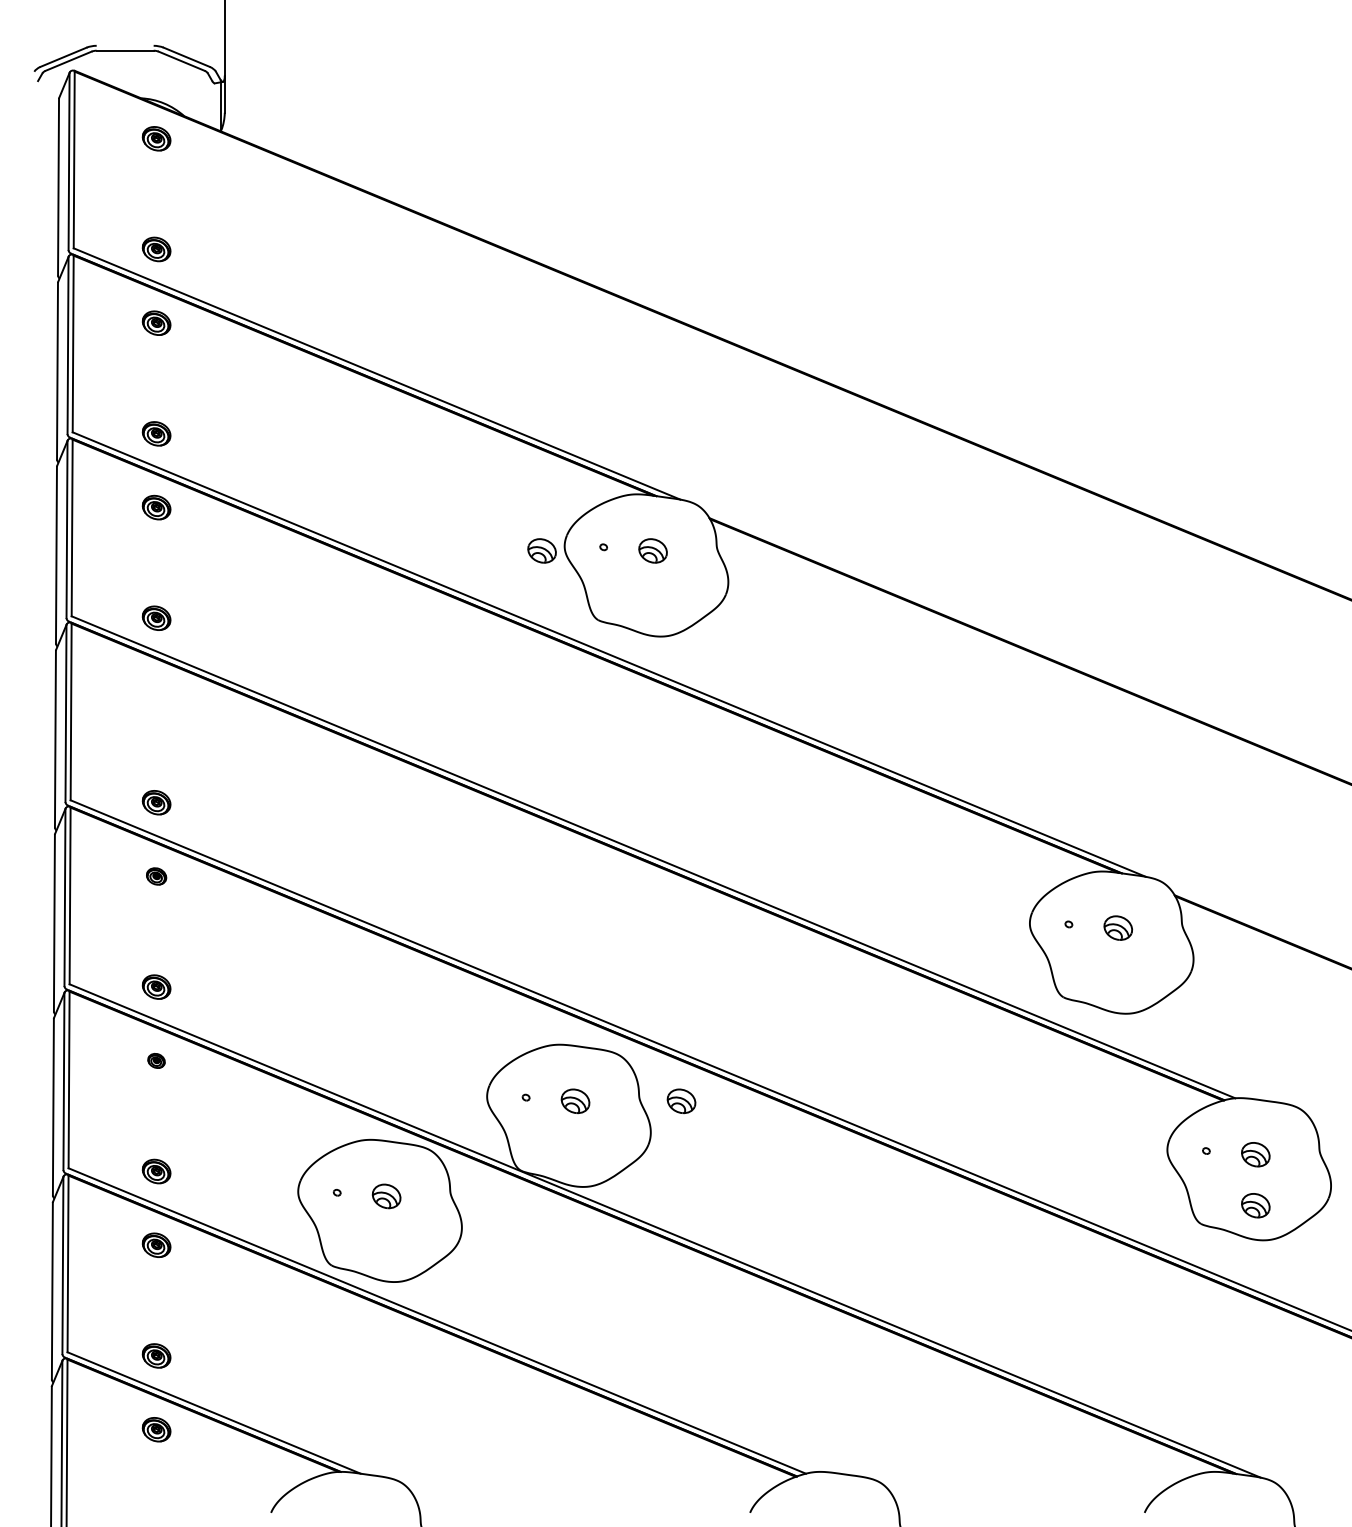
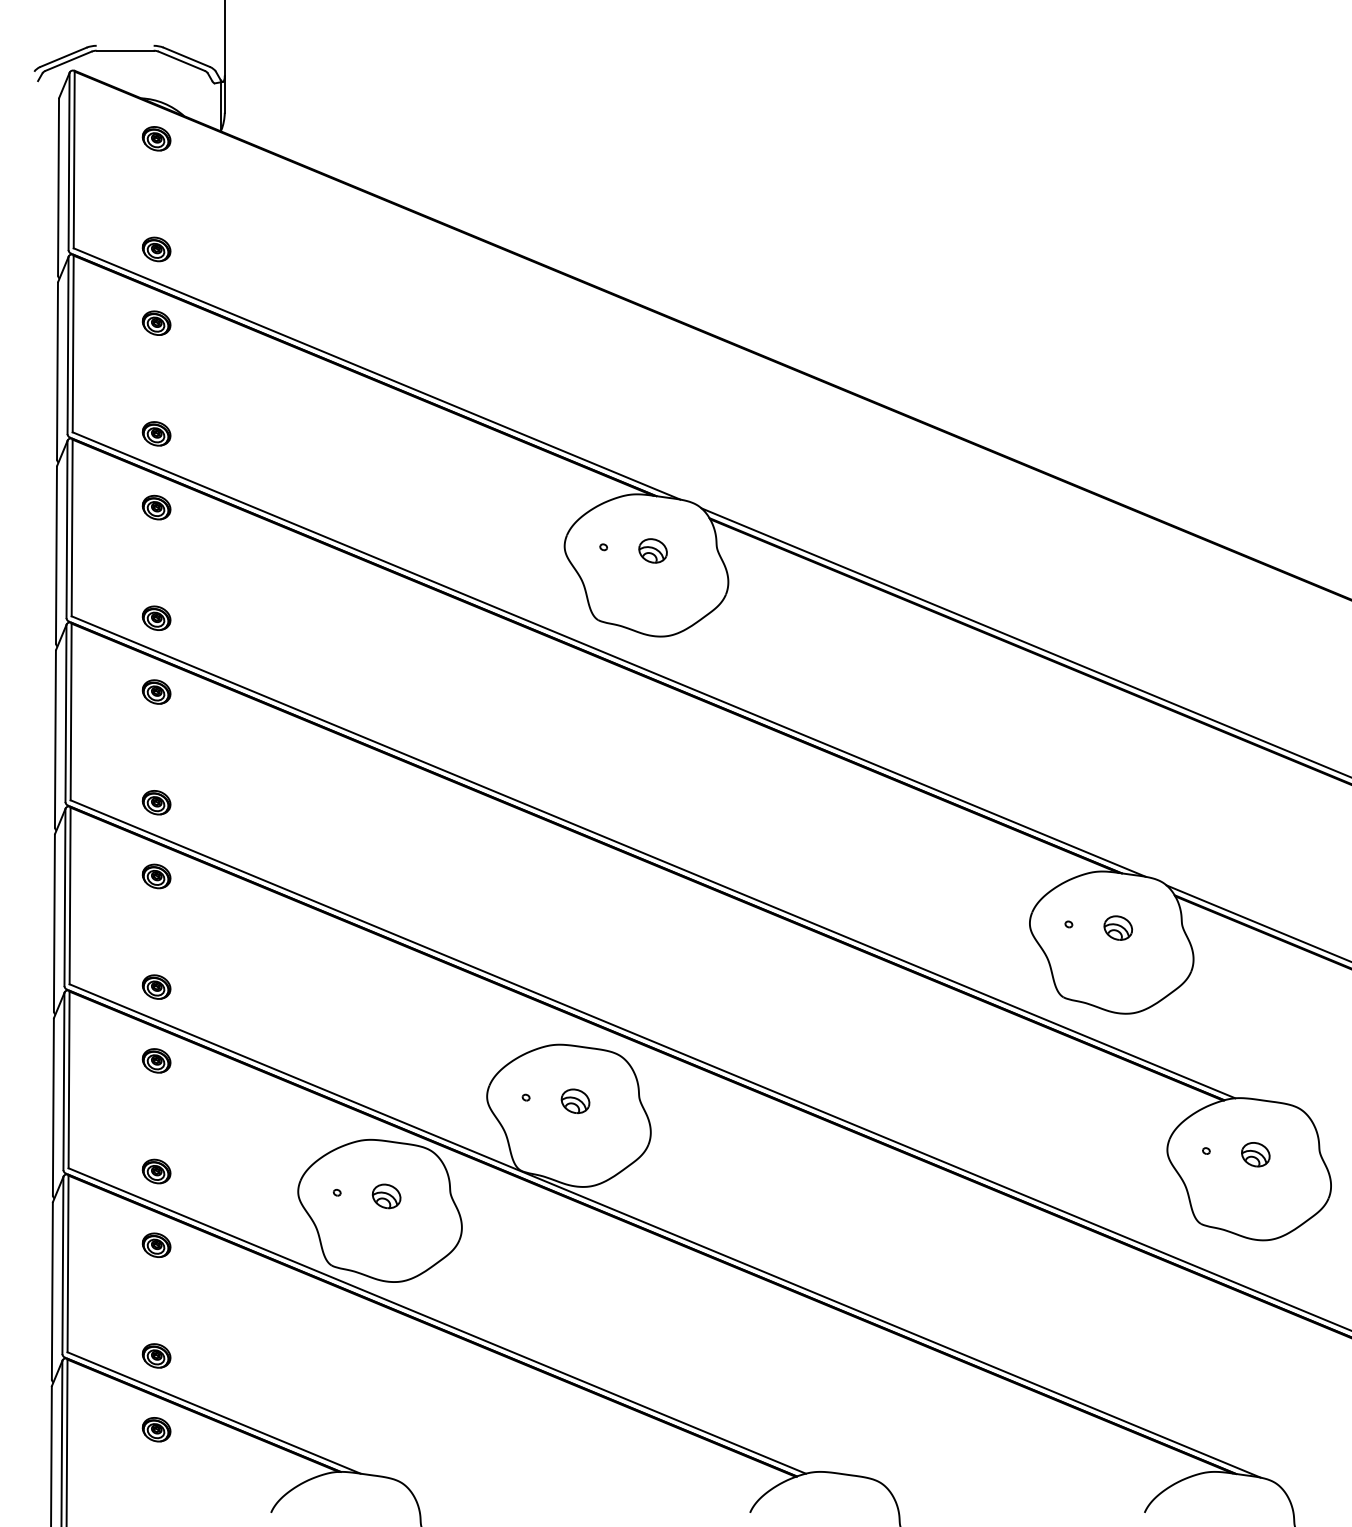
part at (541, 550): present -> none
line at (1024, 642): none -> present
part at (156, 691): none -> present
part at (156, 876) size: 22x19 px -> 31x27 px
line at (1257, 922): none -> present
part at (156, 1060) size: 19x16 px -> 31x26 px
part at (681, 1101): present -> none
part at (1255, 1205): present -> none
